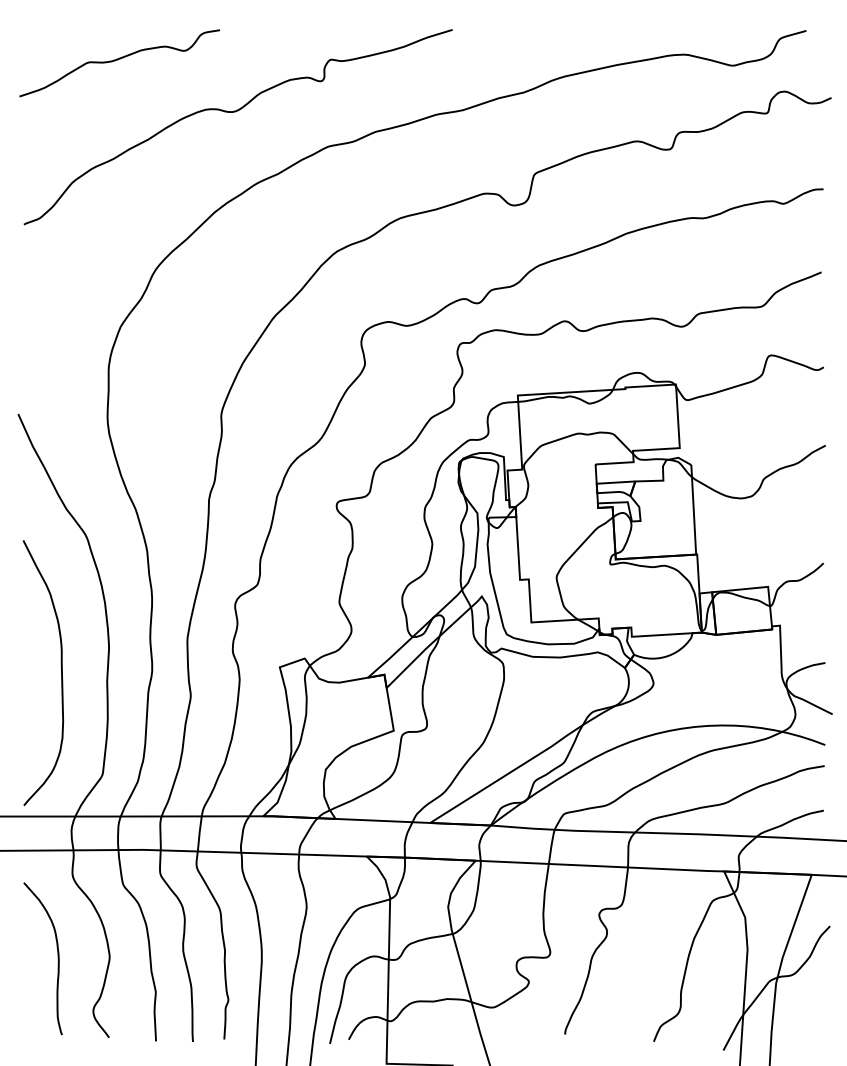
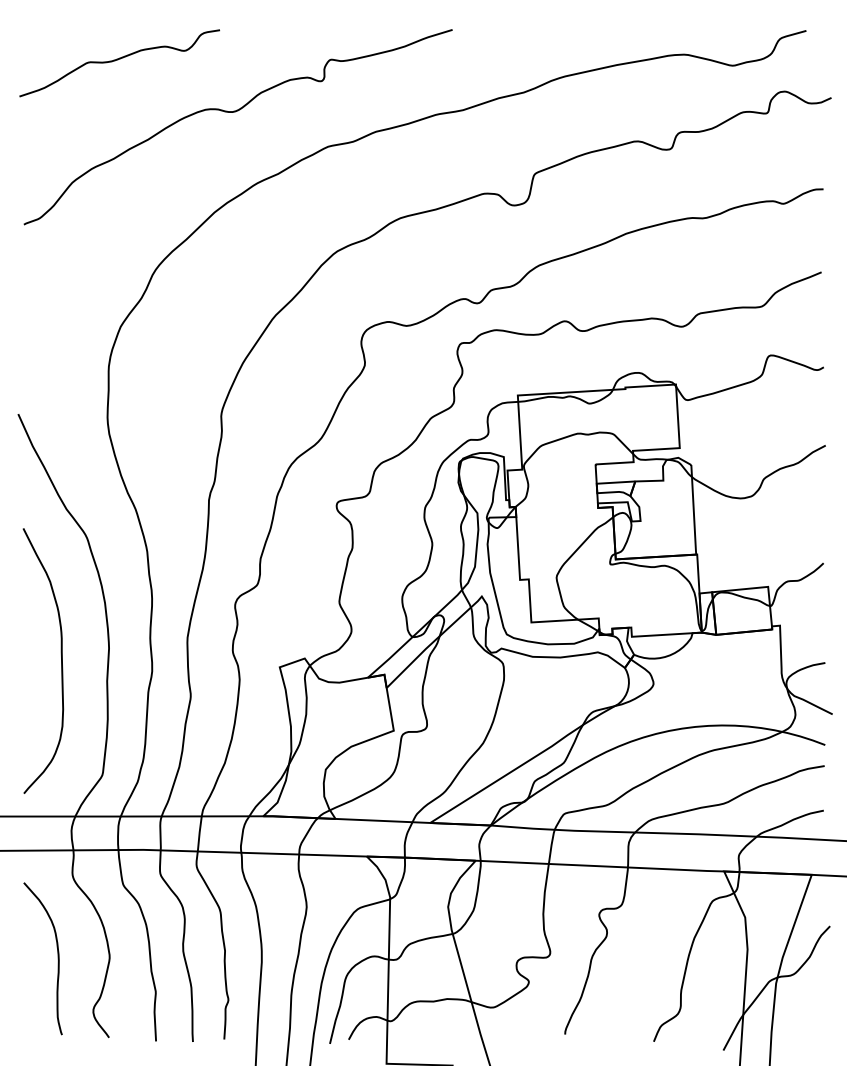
curve at (61, 672) position: (61, 672) -> (61, 660)
